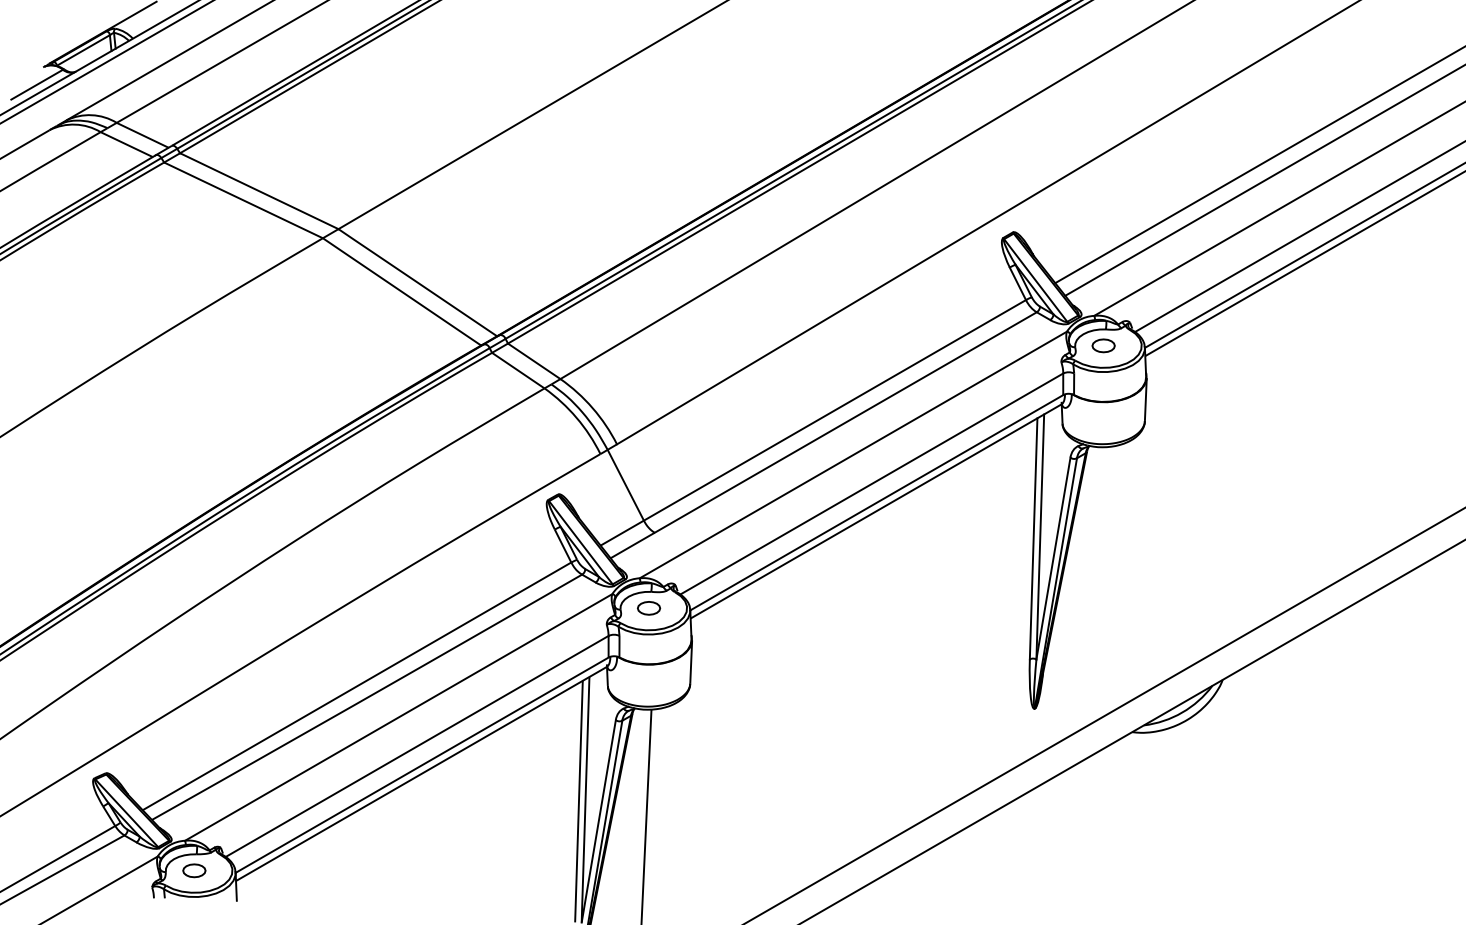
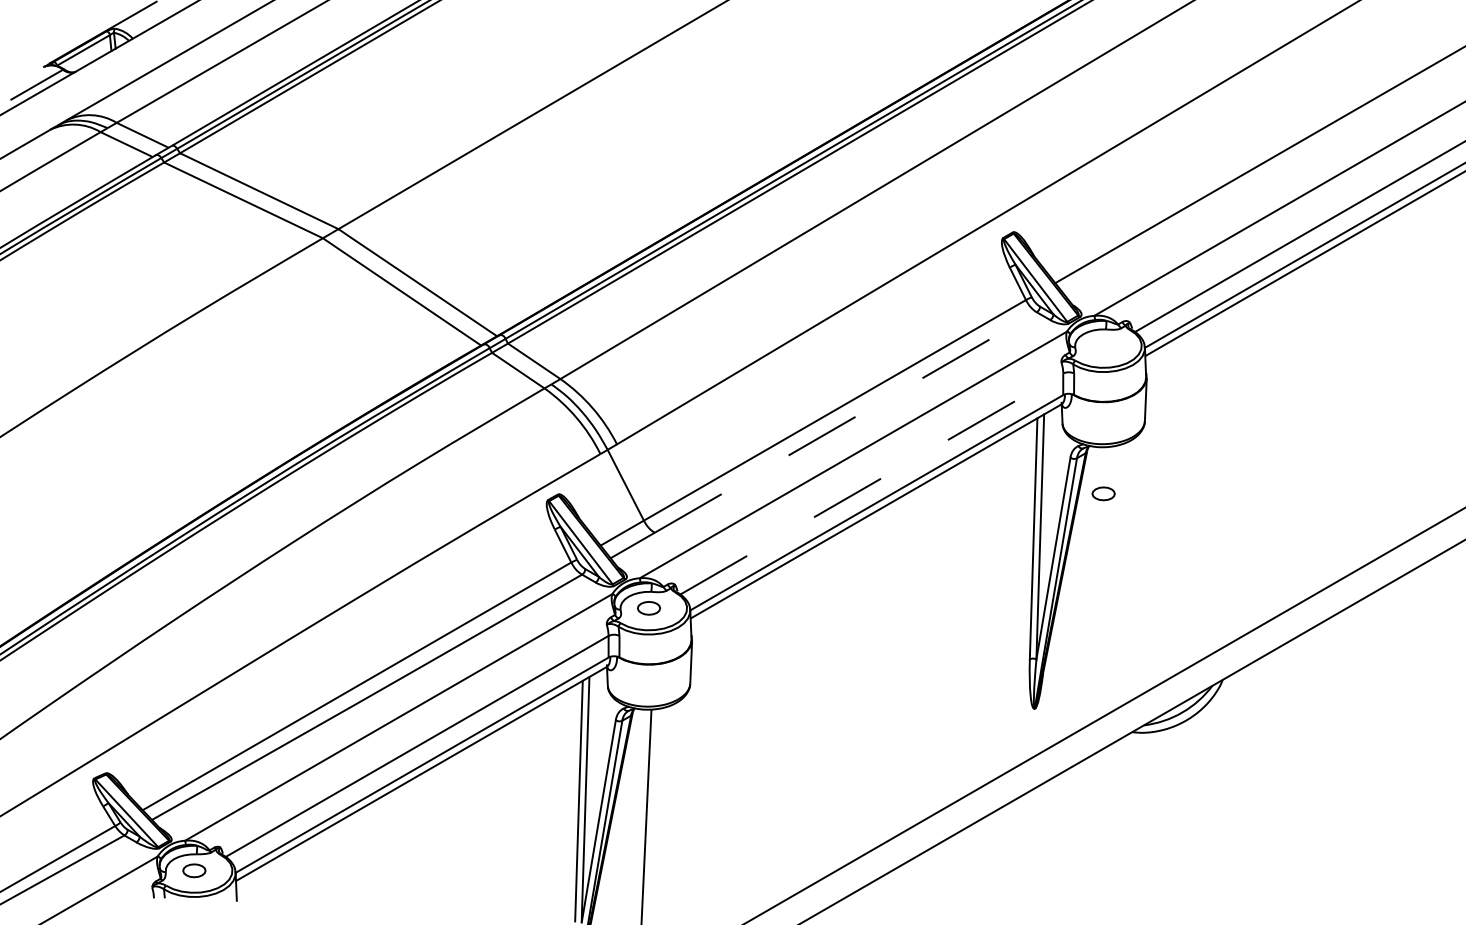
line at (106, 62): present -> none
line at (1263, 180): present -> none
part at (1103, 345) position: (1103, 345) -> (1103, 493)
line at (845, 422): solid -> dashed
line at (872, 483): solid -> dashed
